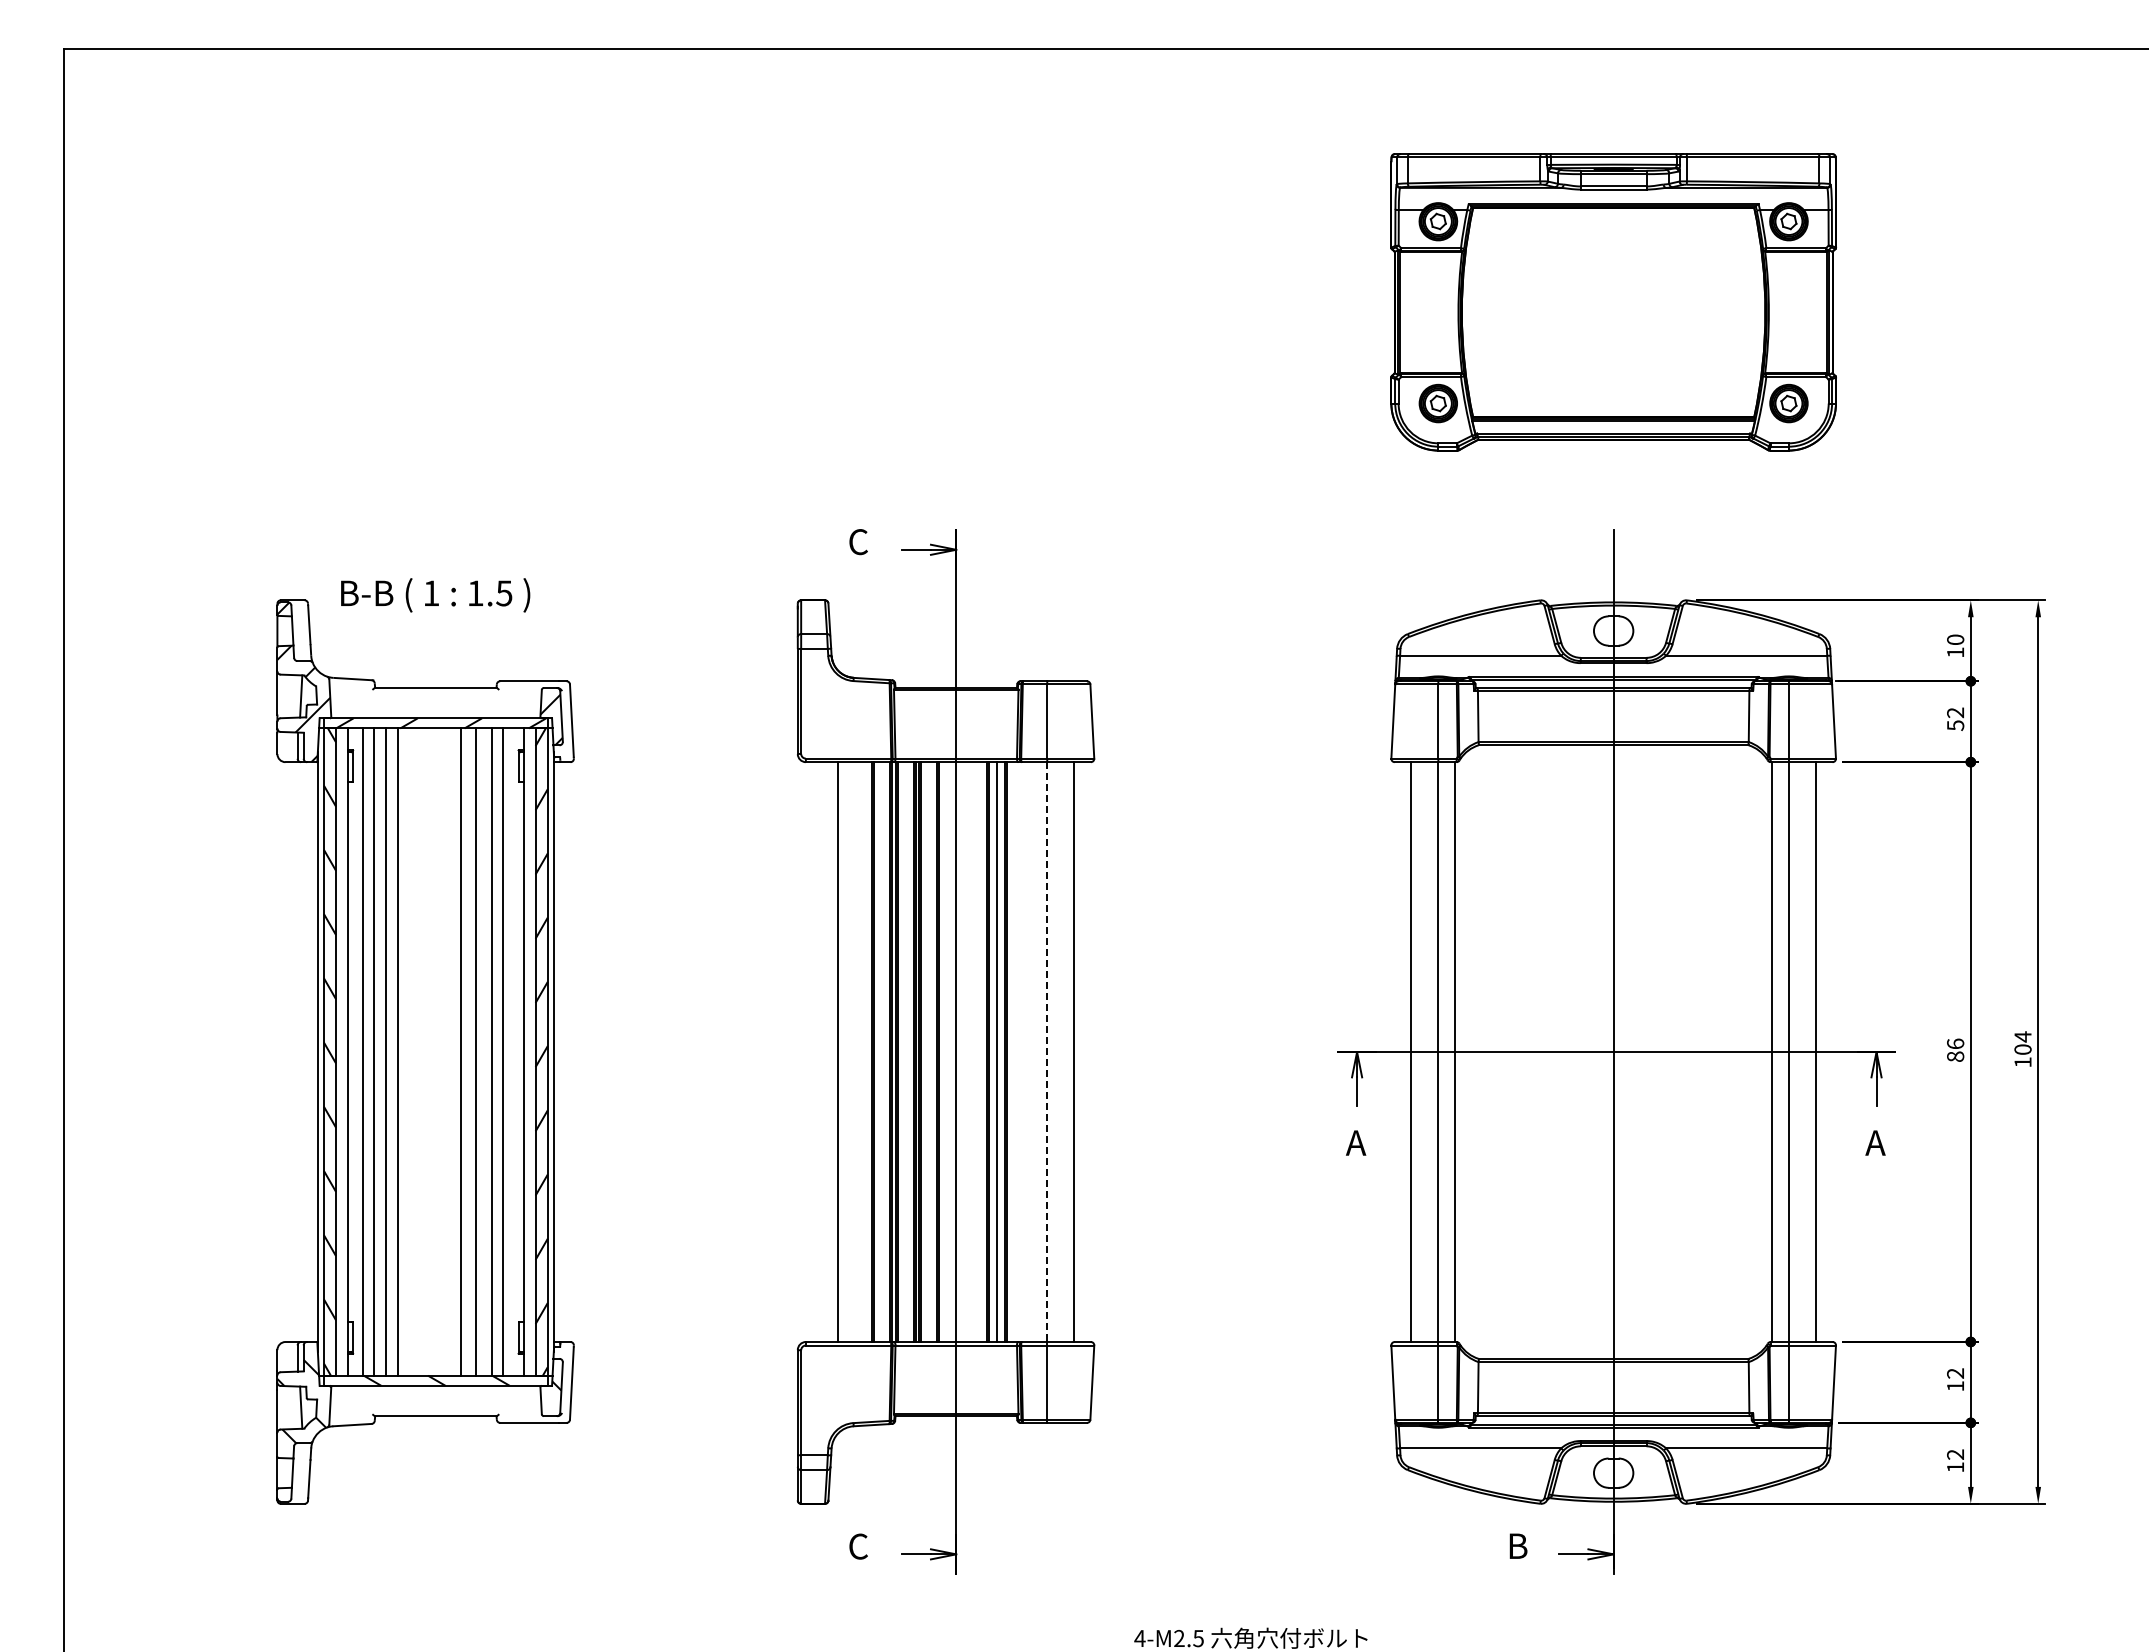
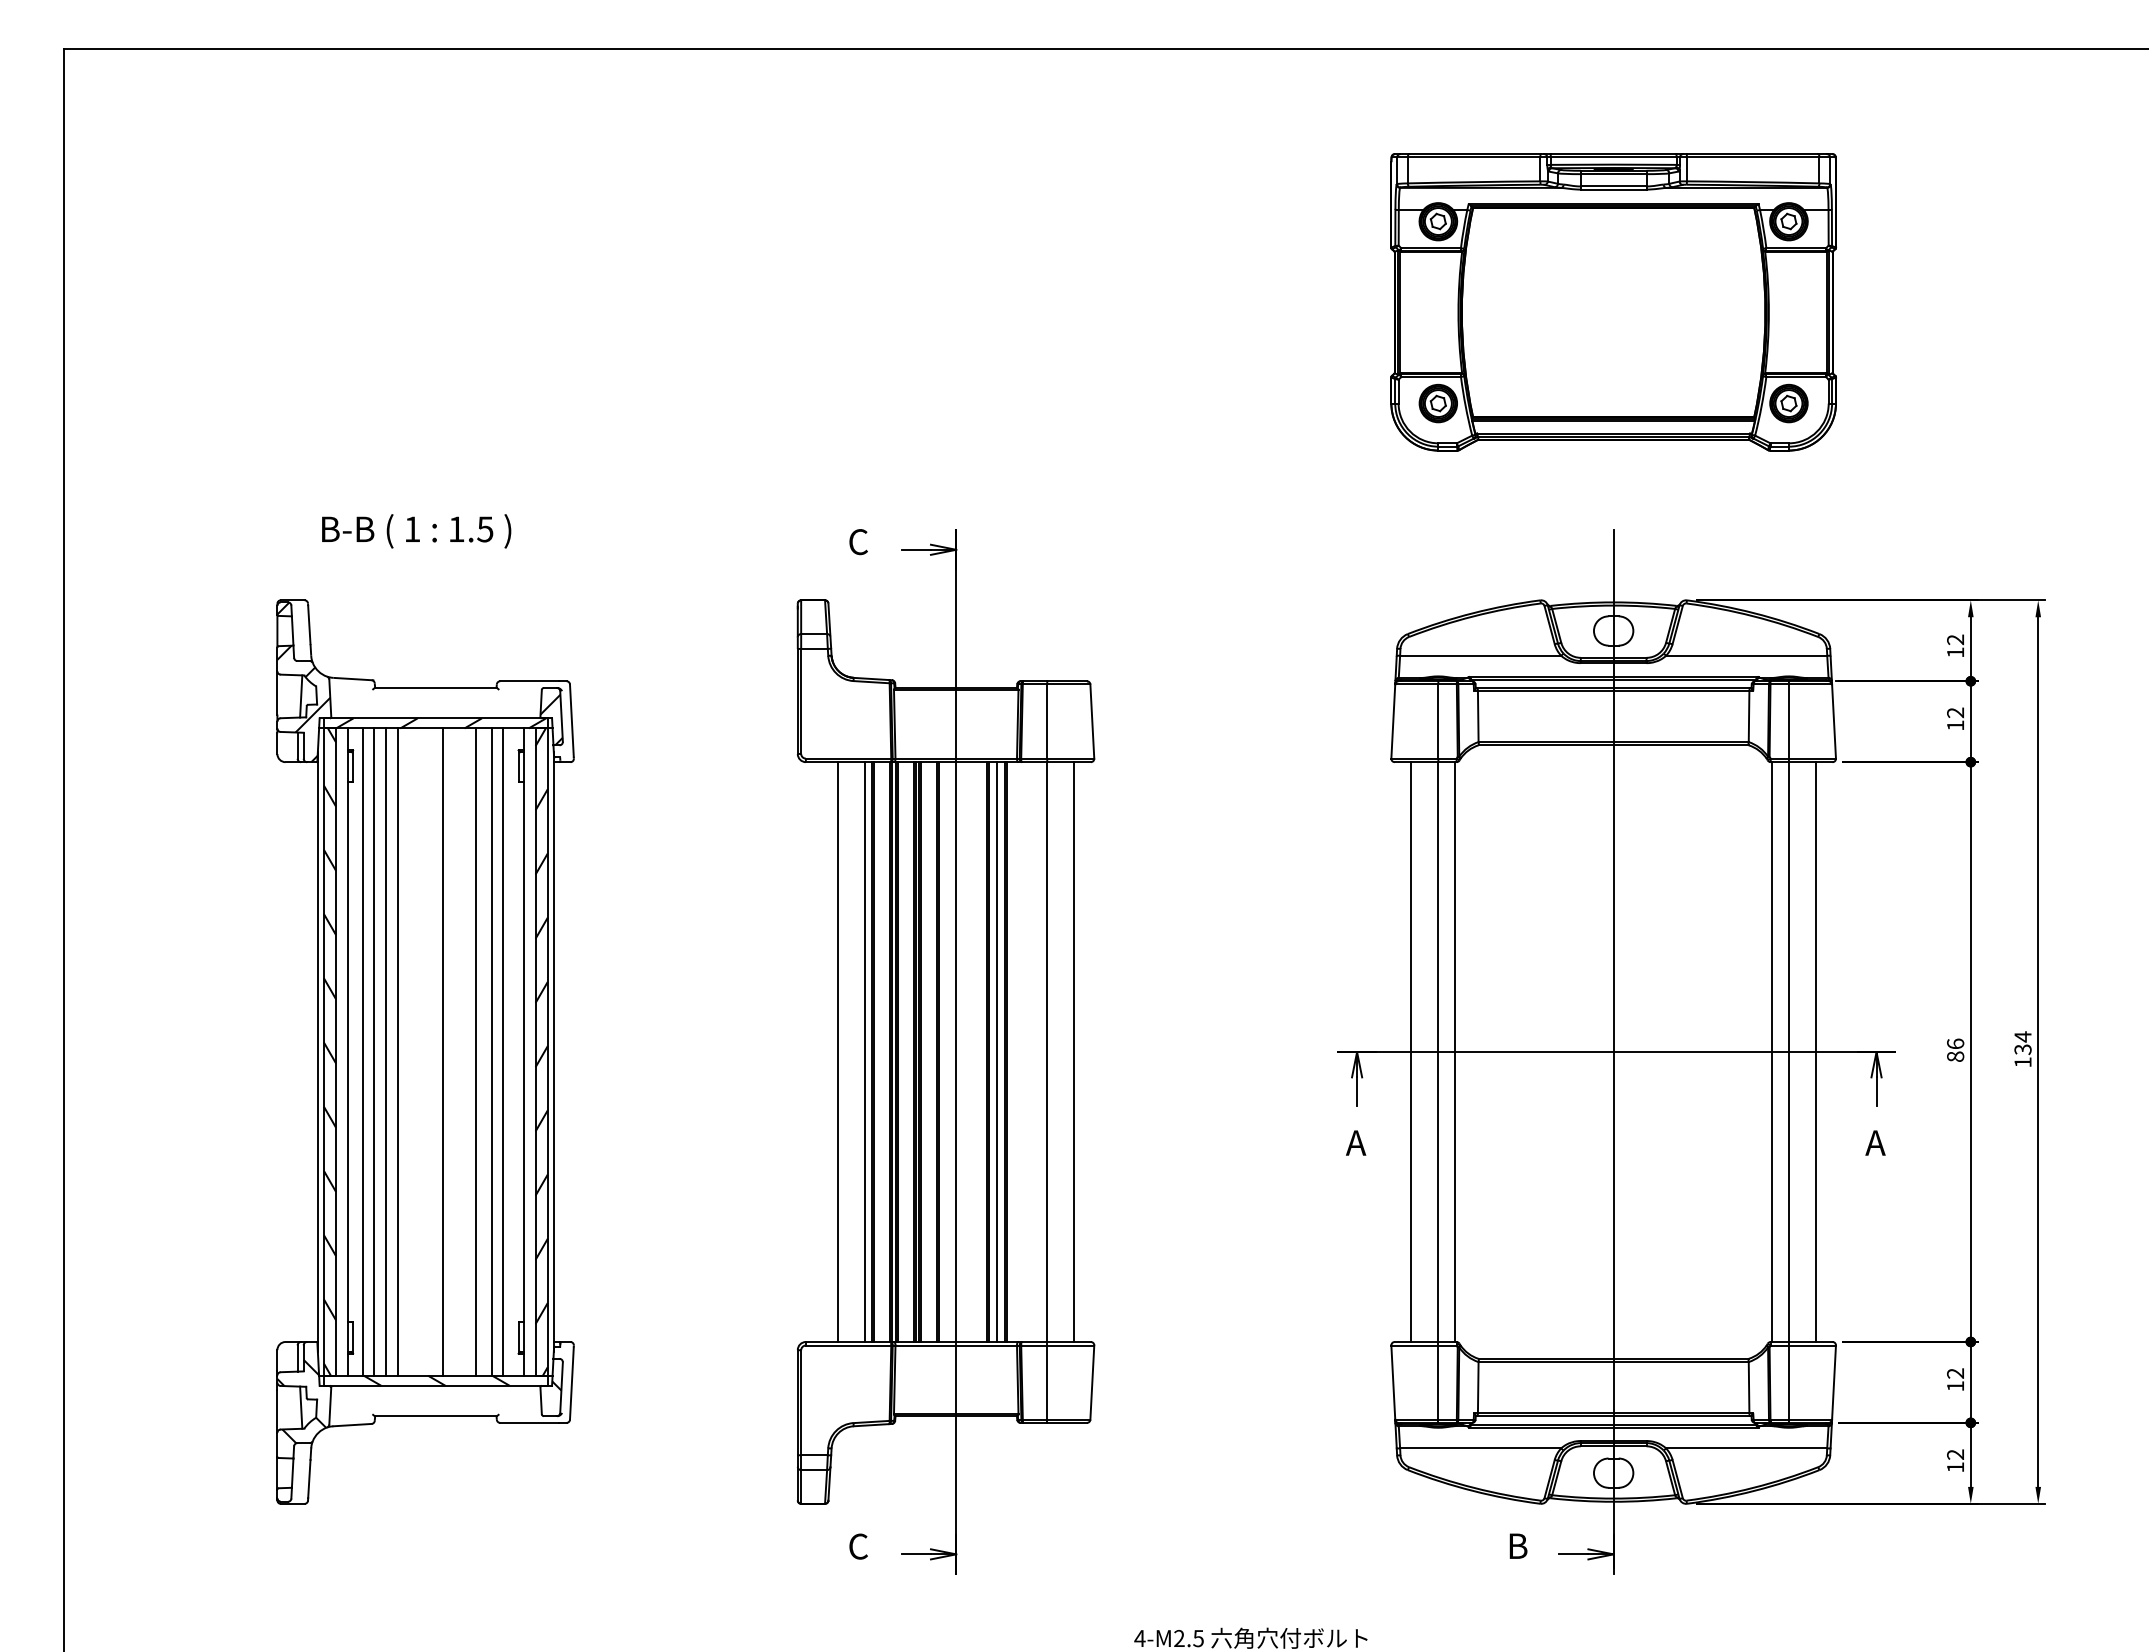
text at (435, 595) position: (435, 595) -> (416, 531)
text at (1955, 639): 10 -> 12
text at (1955, 725): 52 -> 12
text at (2022, 1049): 104 -> 134
line at (460, 1051) position: (460, 1051) -> (442, 1051)
line at (865, 1052): none -> present
line at (1047, 1052): dashed -> solid
